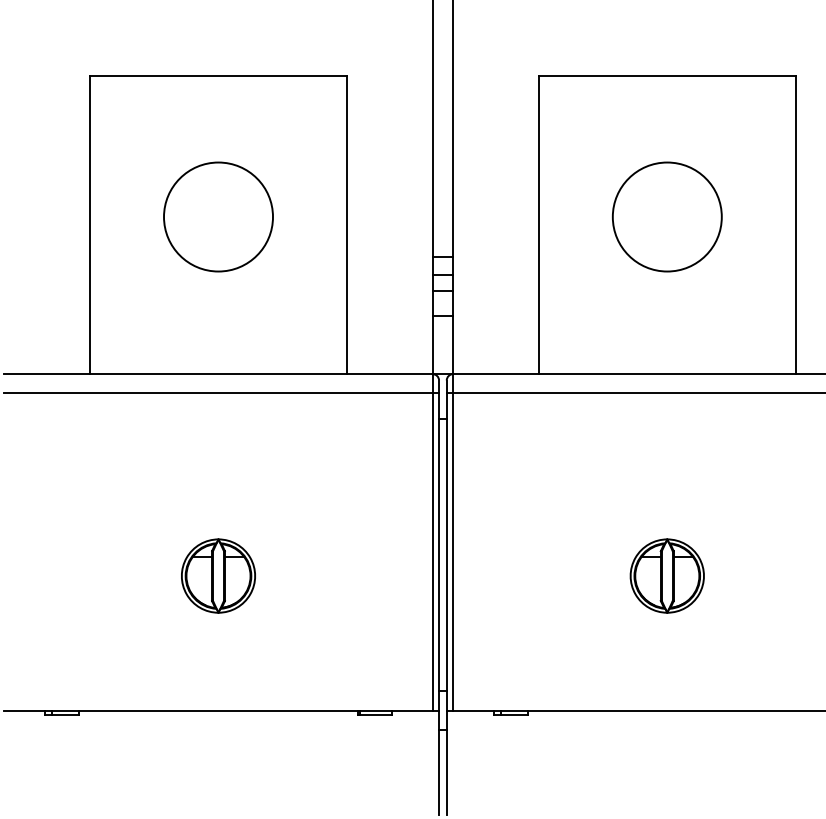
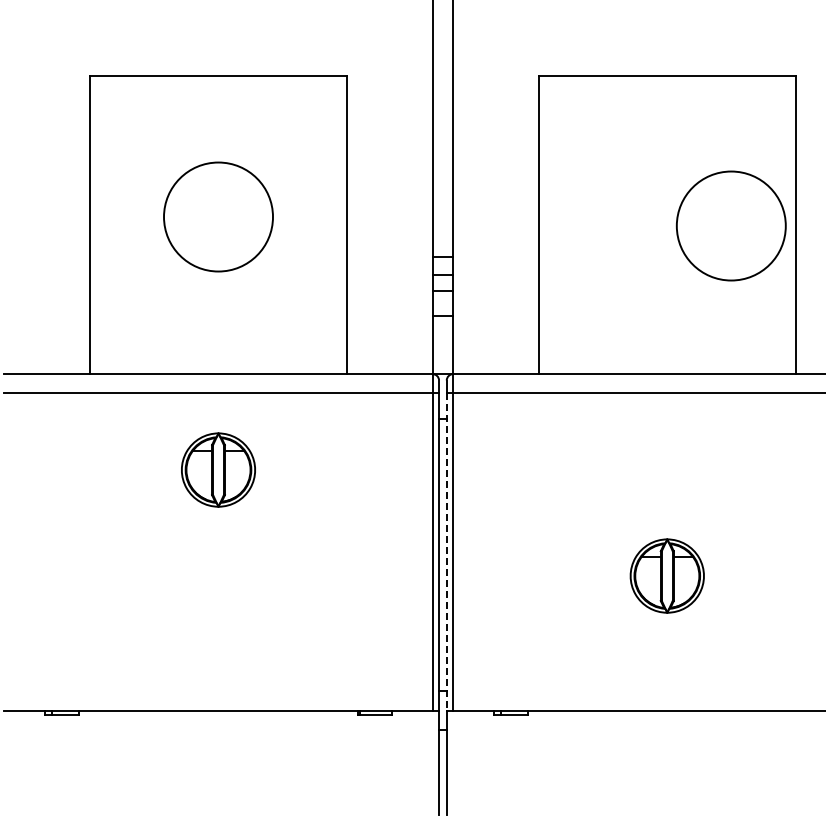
circle at (666, 216) position: (666, 216) -> (730, 225)
line at (446, 552): solid -> dashed
part at (218, 575) position: (218, 575) -> (218, 469)
